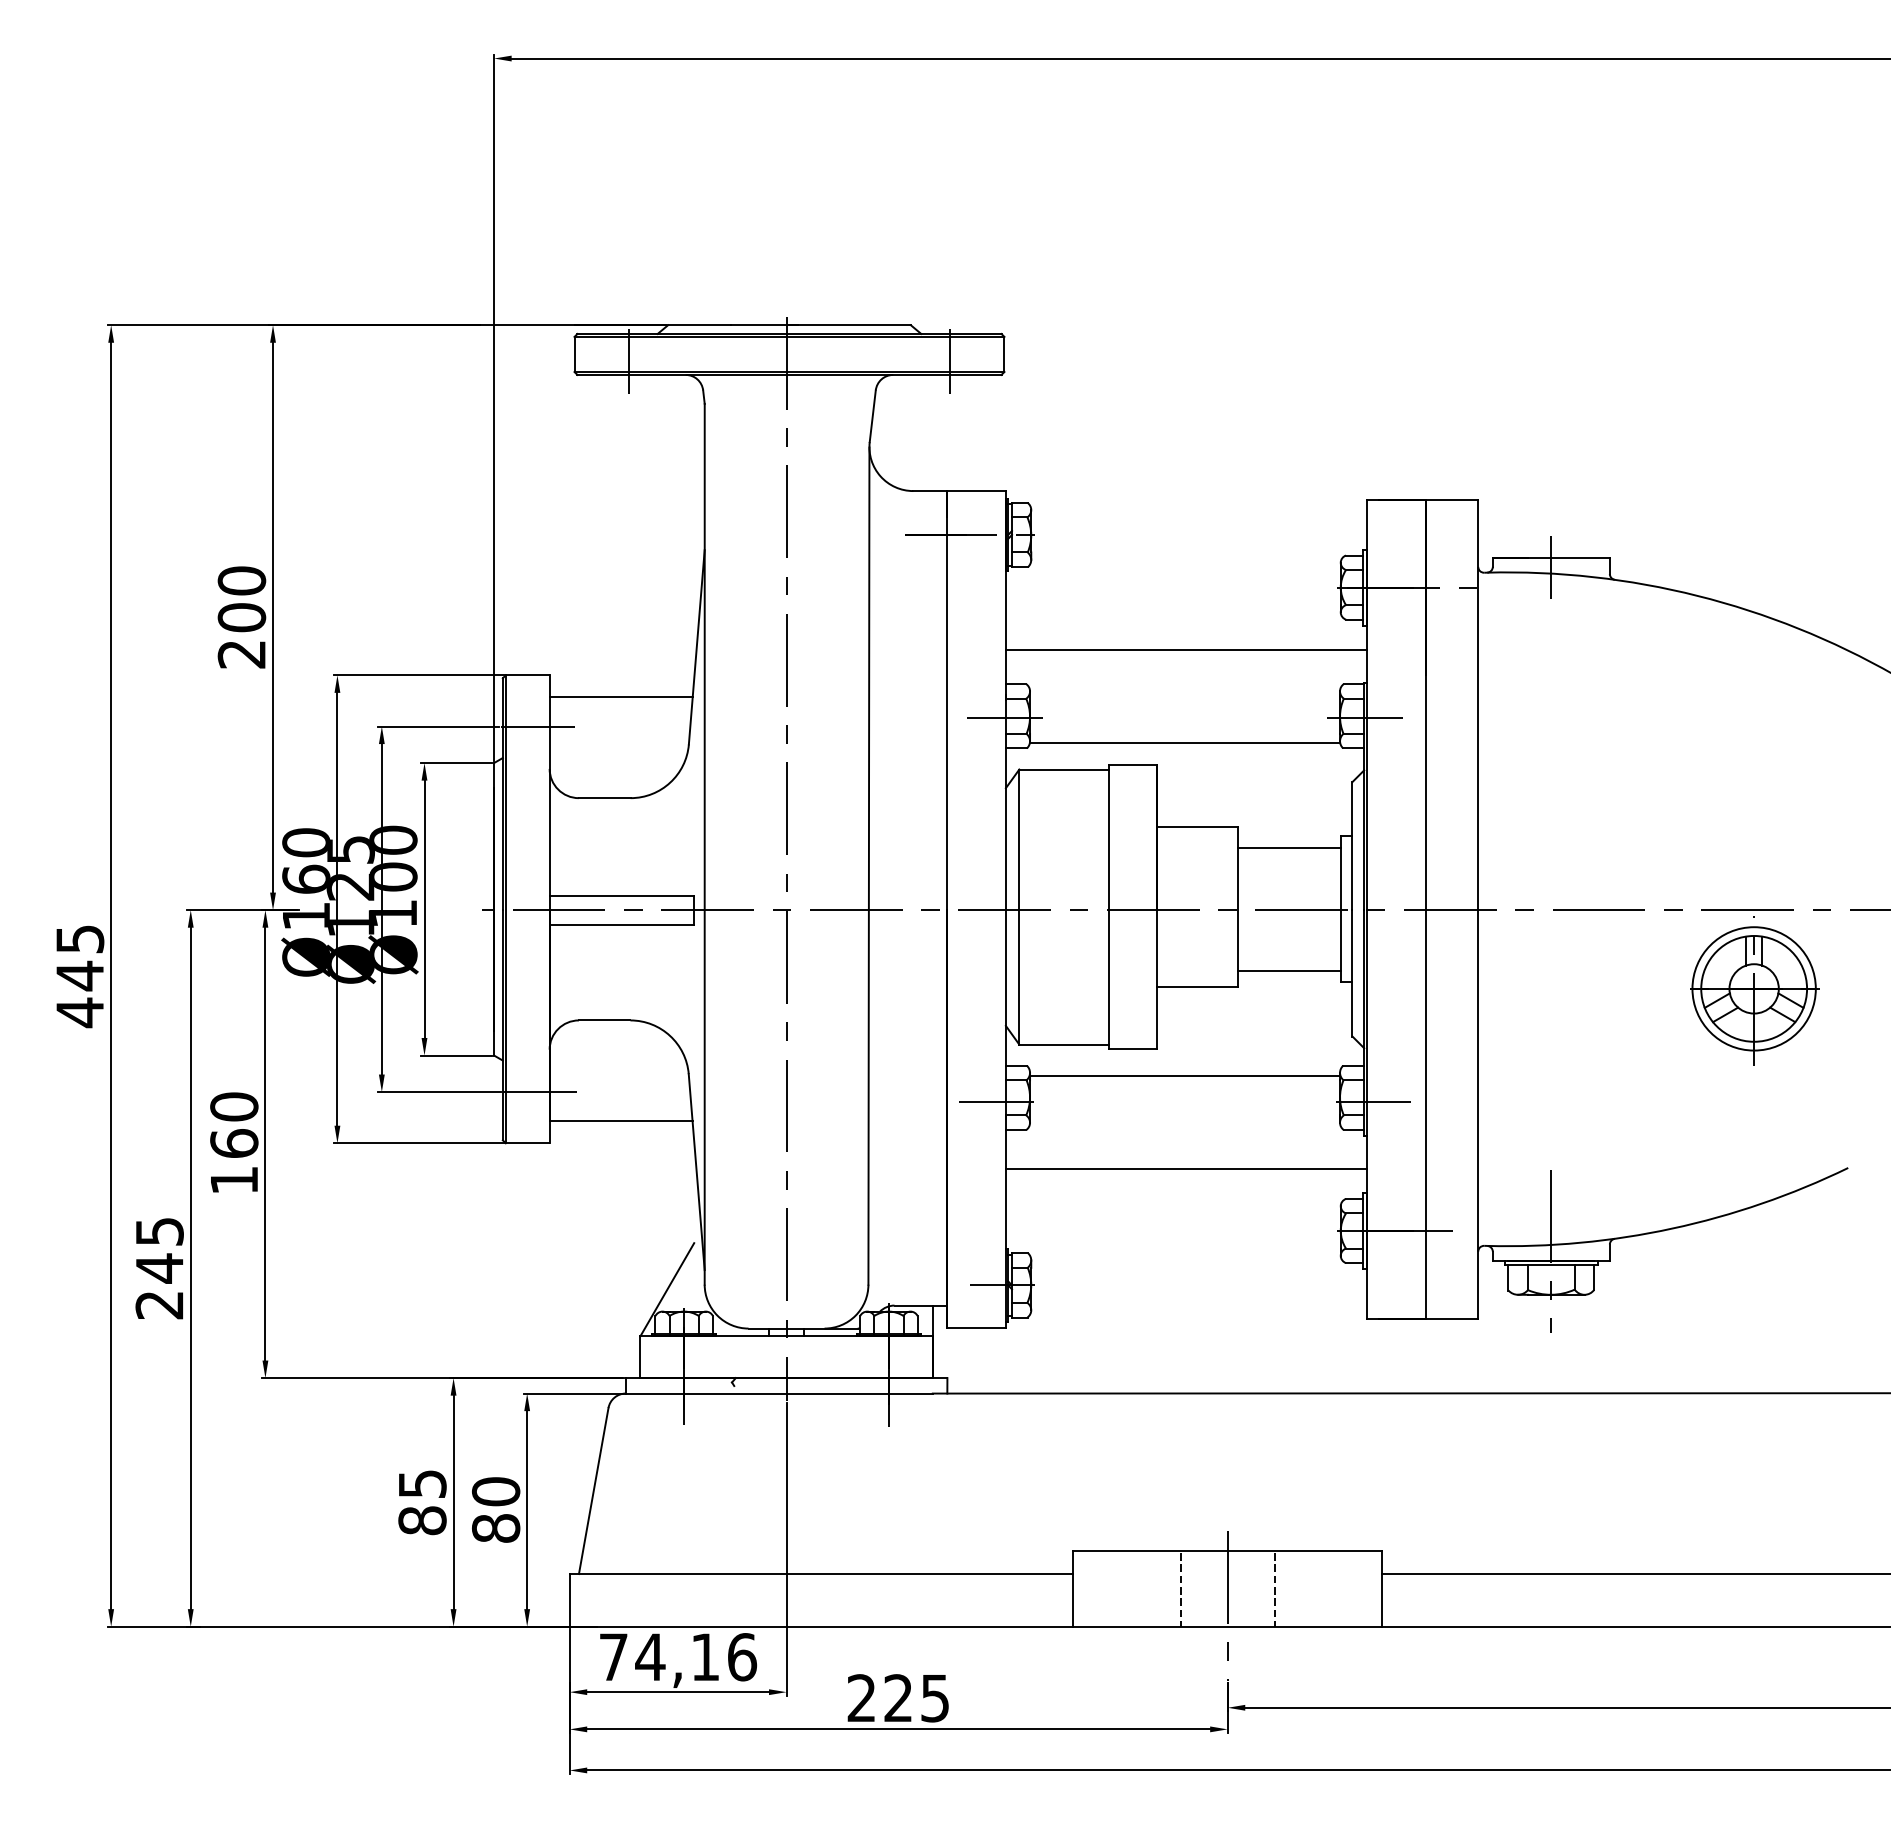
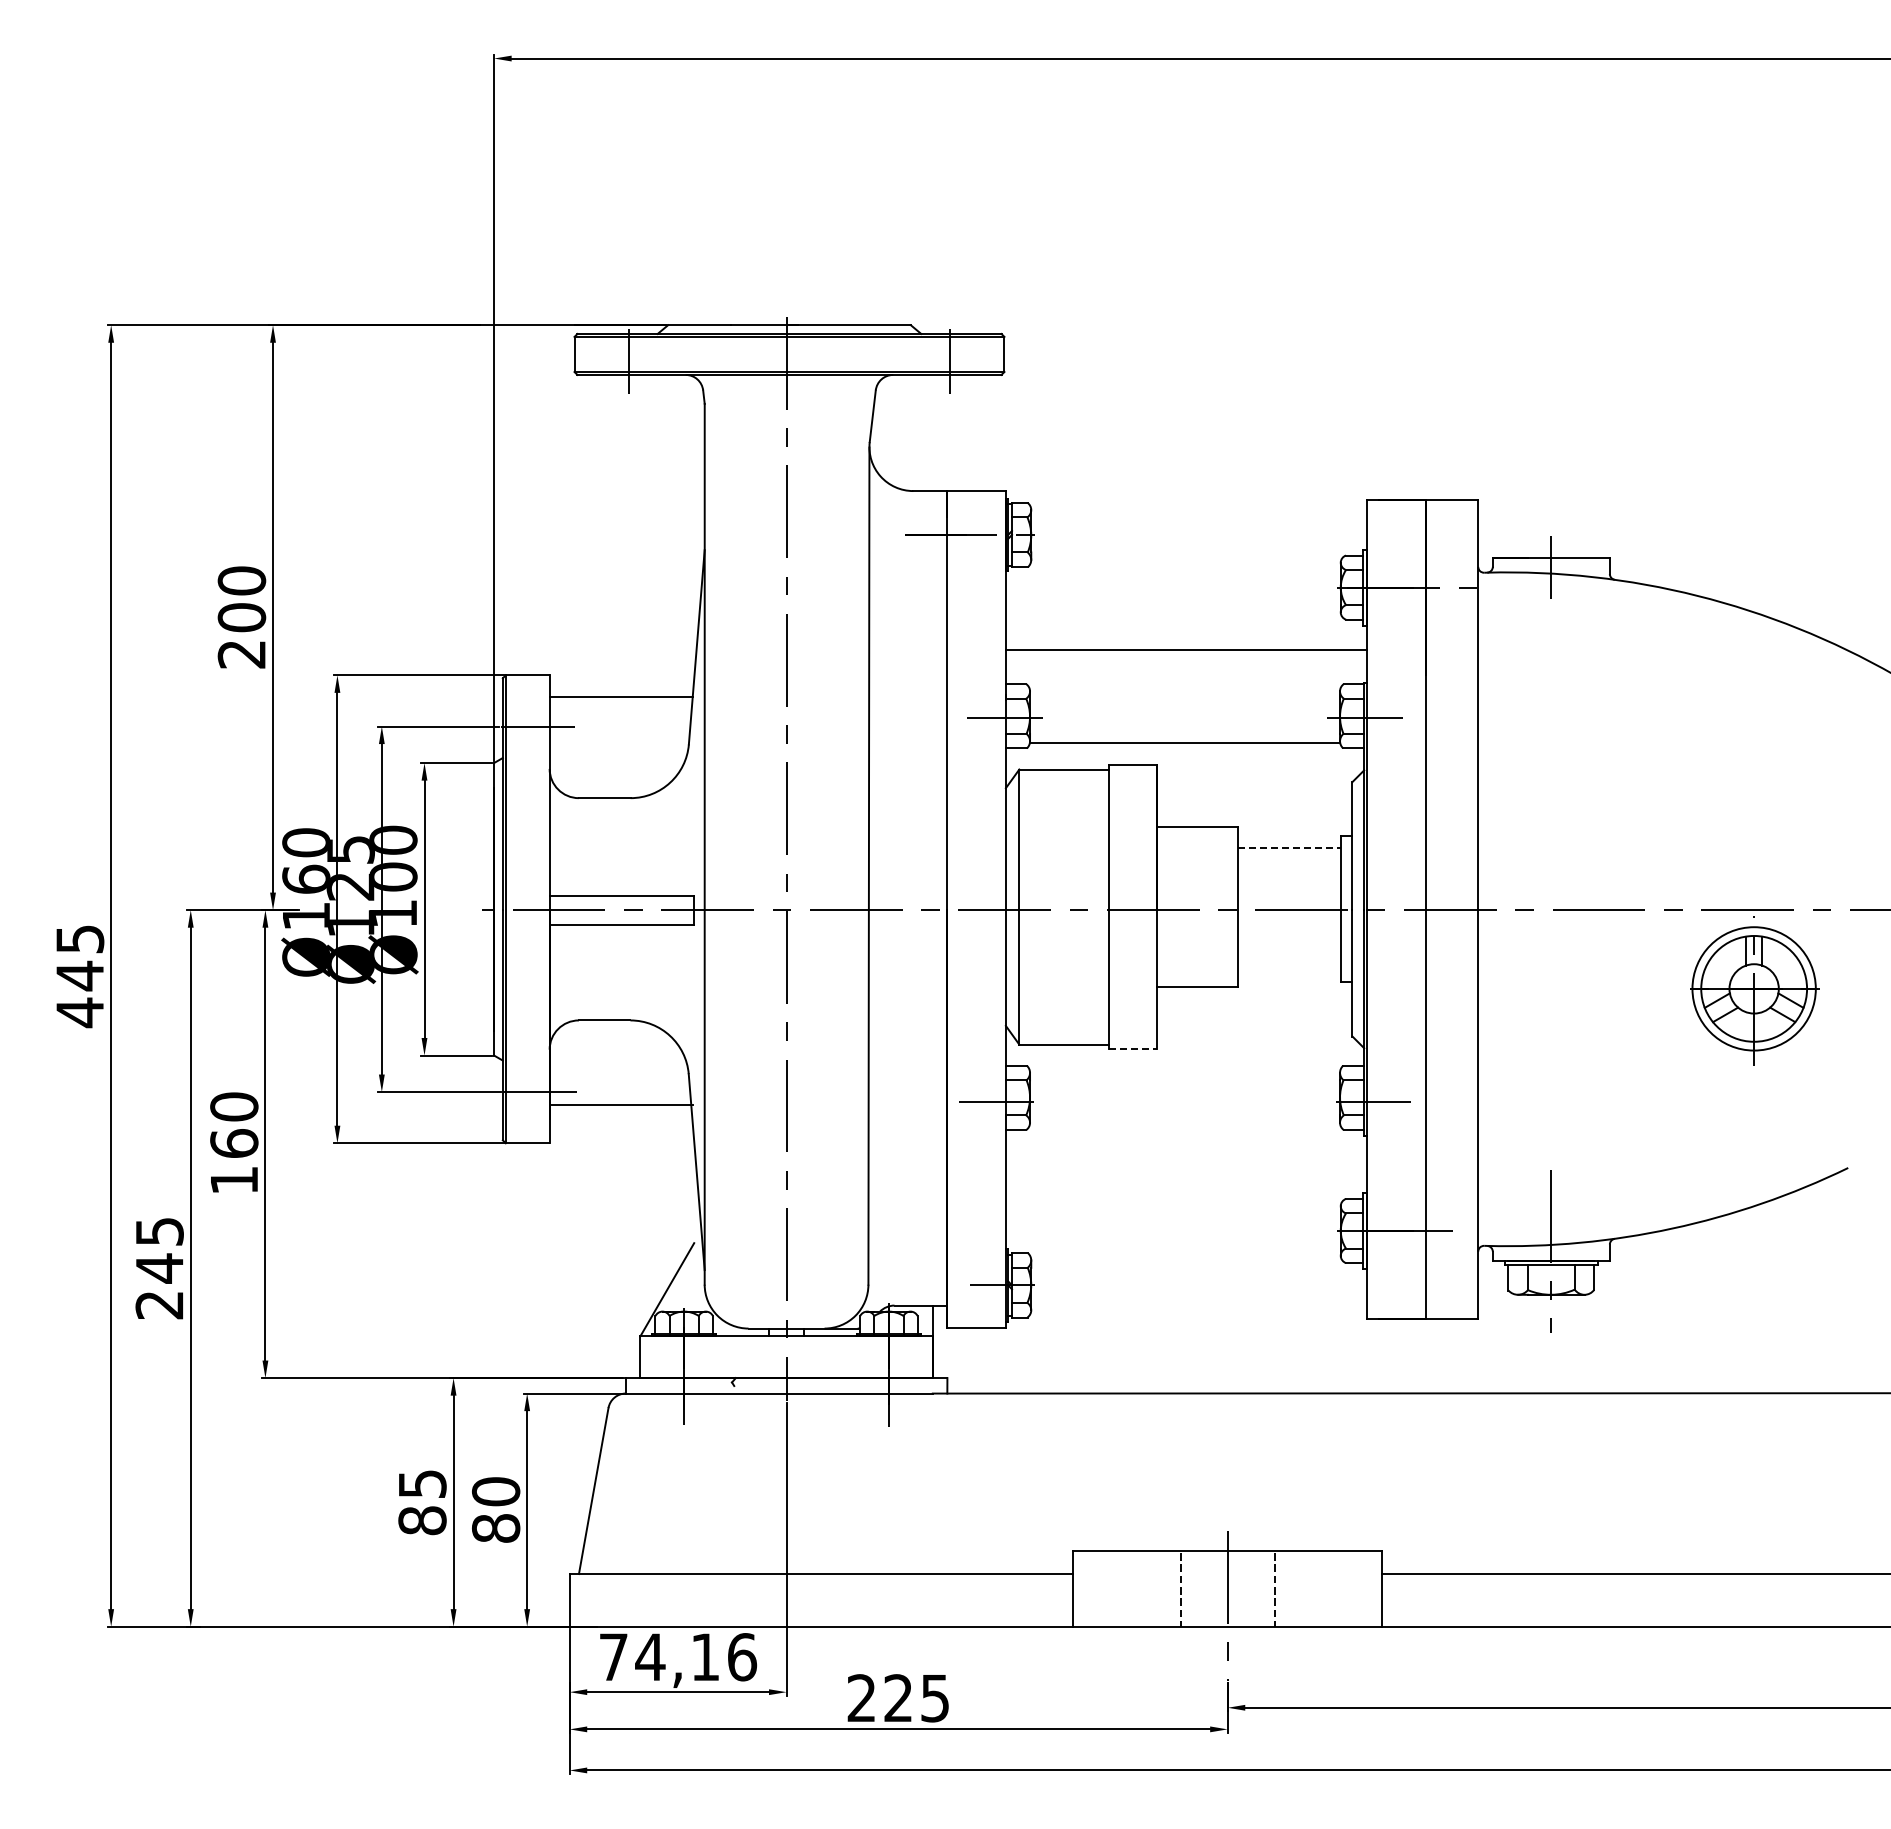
line at (1290, 847): solid -> dashed
line at (1289, 970): present -> none
line at (1132, 1048): solid -> dashed
line at (1185, 1075): present -> none
line at (620, 1121) position: (620, 1121) -> (620, 1105)
line at (1186, 1168): present -> none
